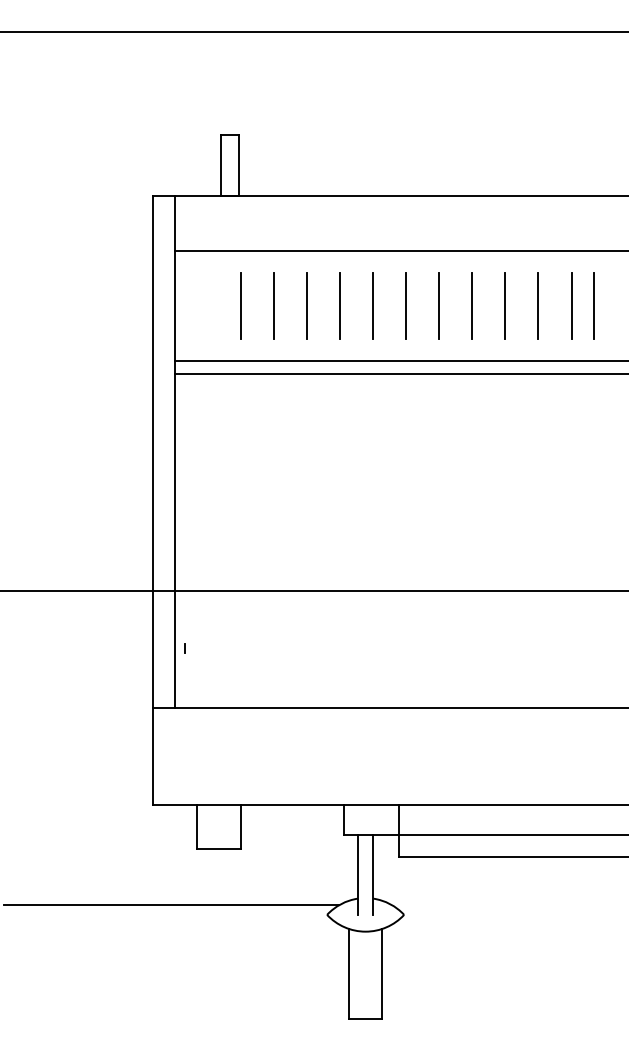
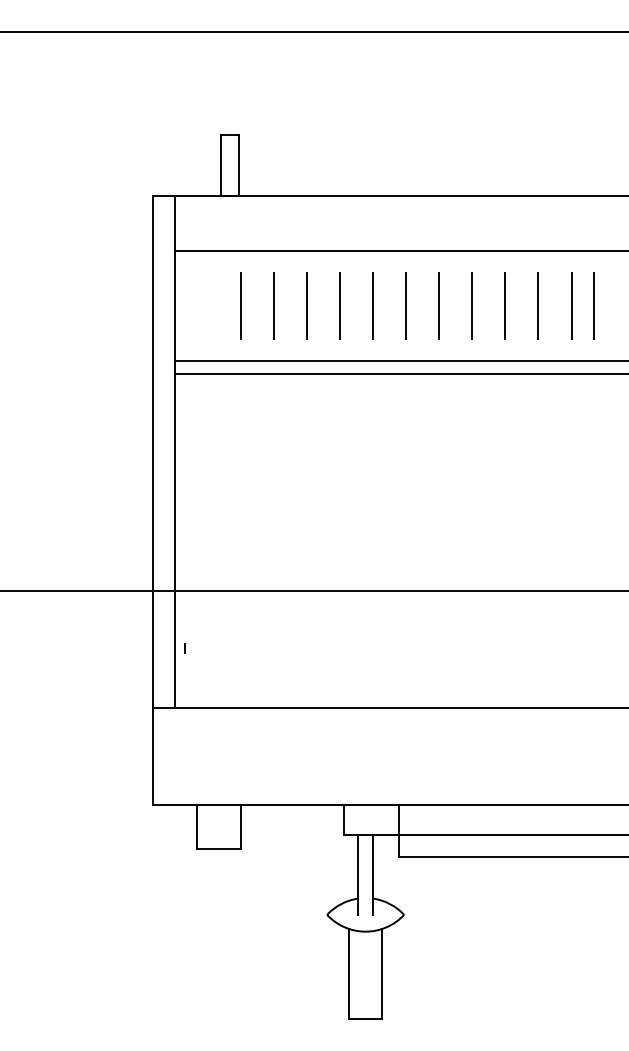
line at (171, 905): present -> none
